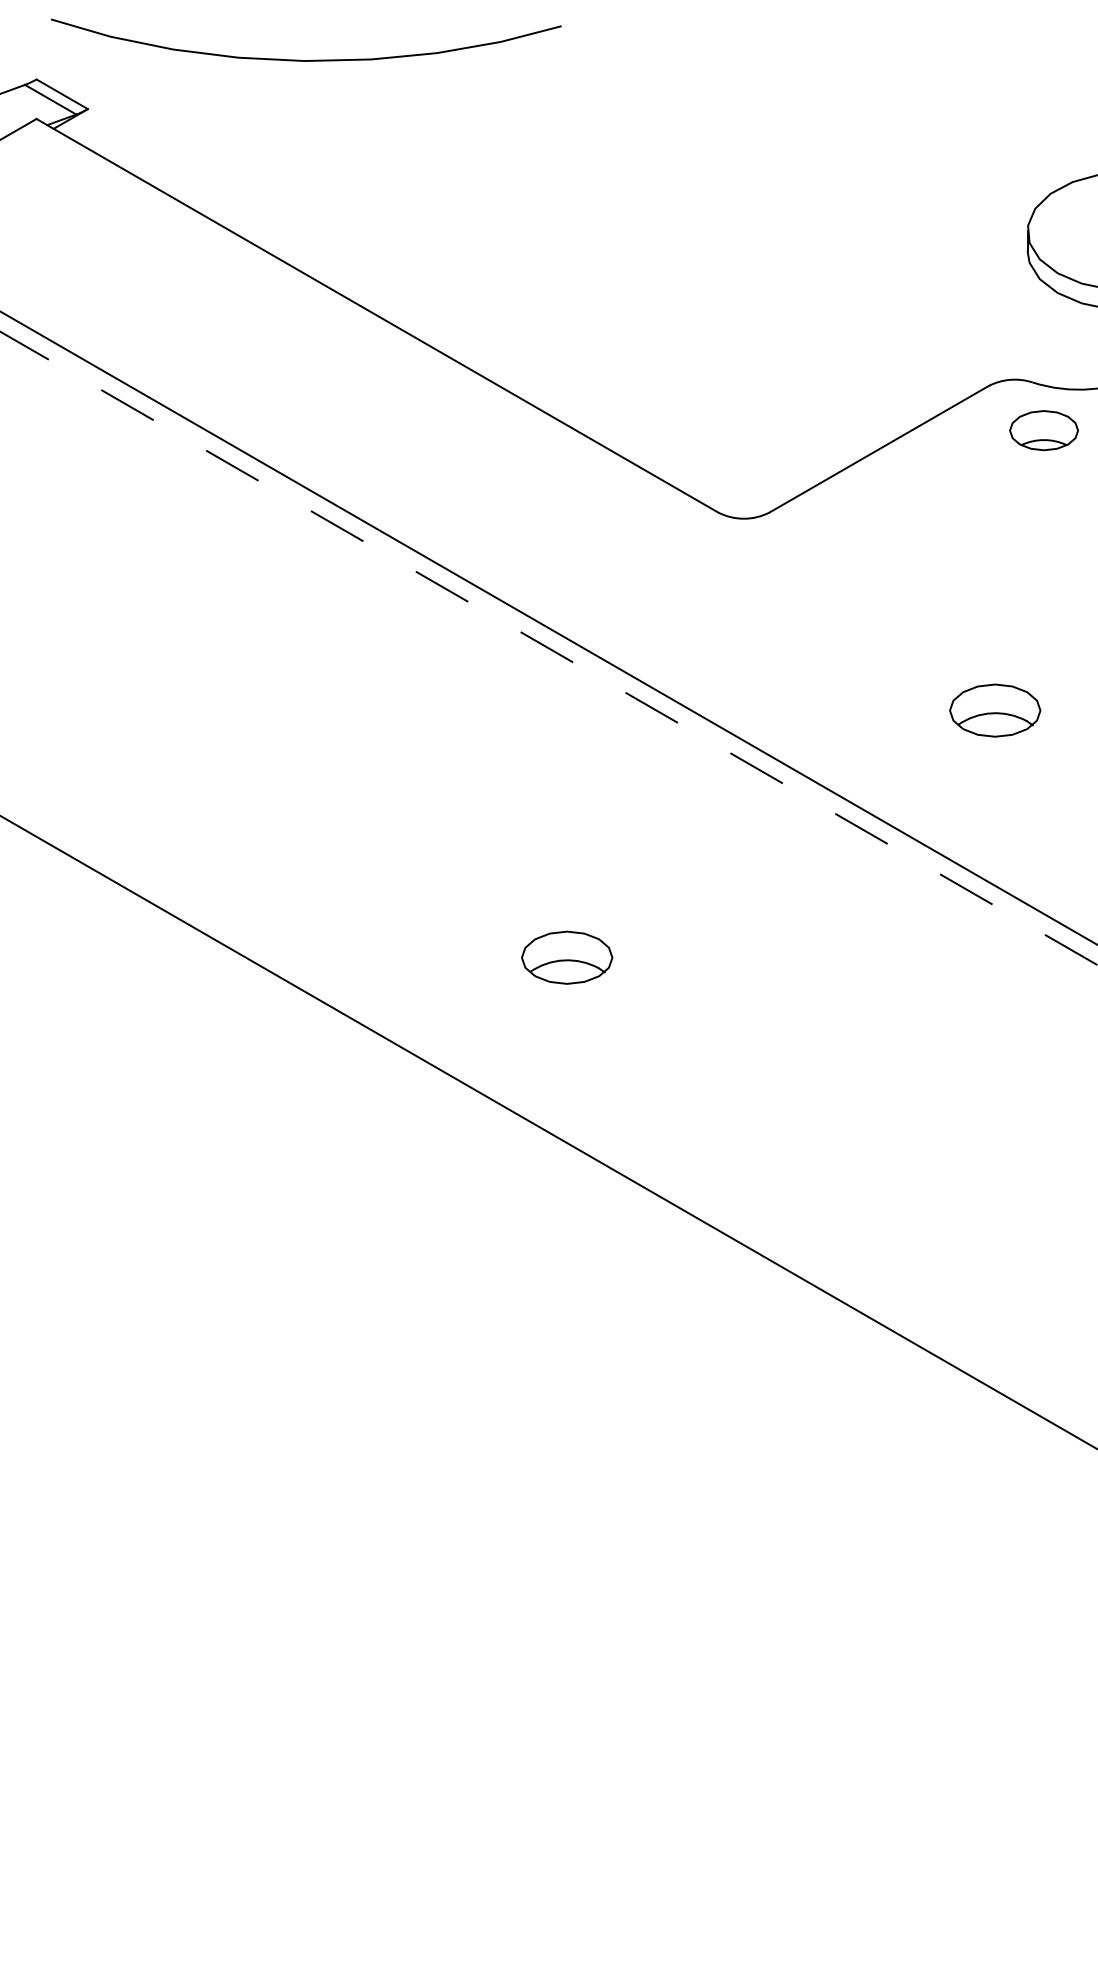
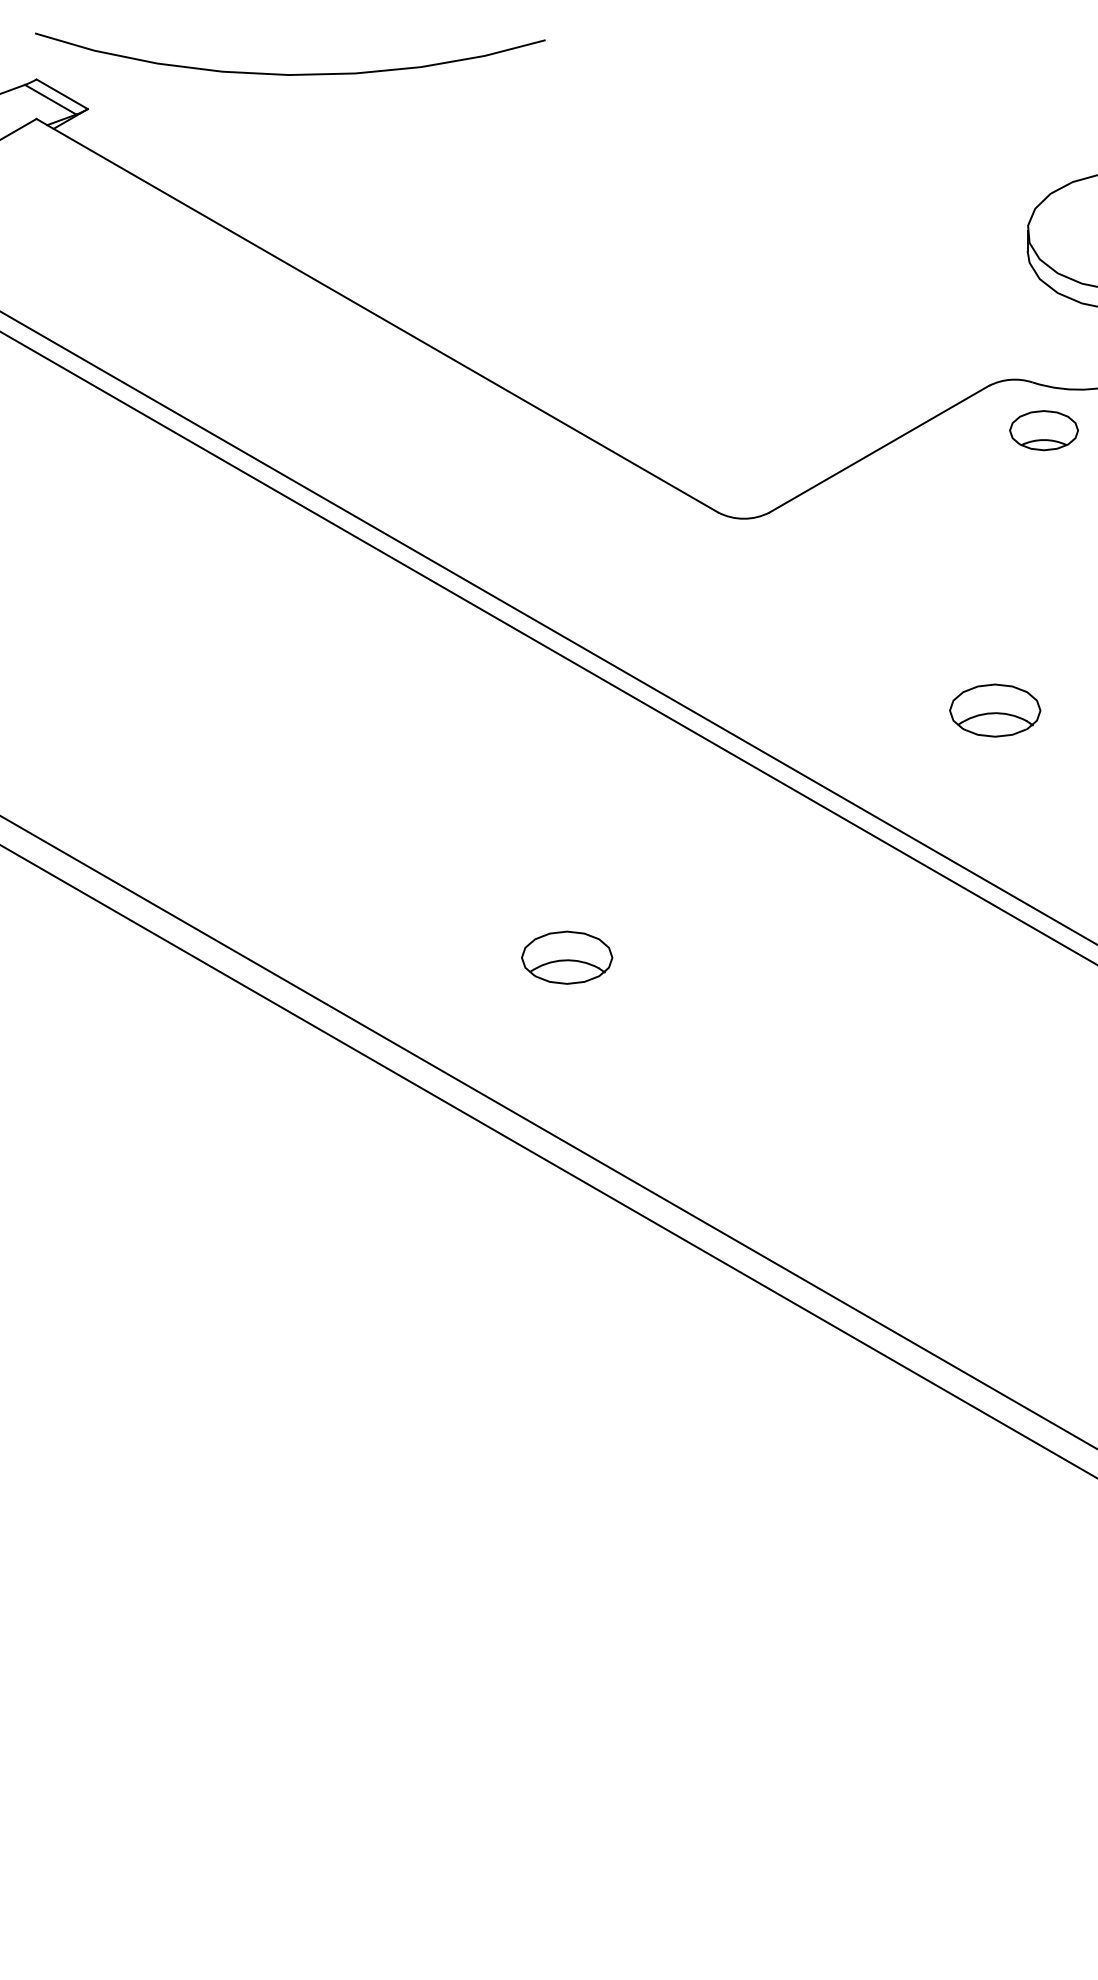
curve at (300, 59) position: (300, 59) -> (284, 73)
line at (549, 648): dashed -> solid
line at (548, 1161): none -> present
